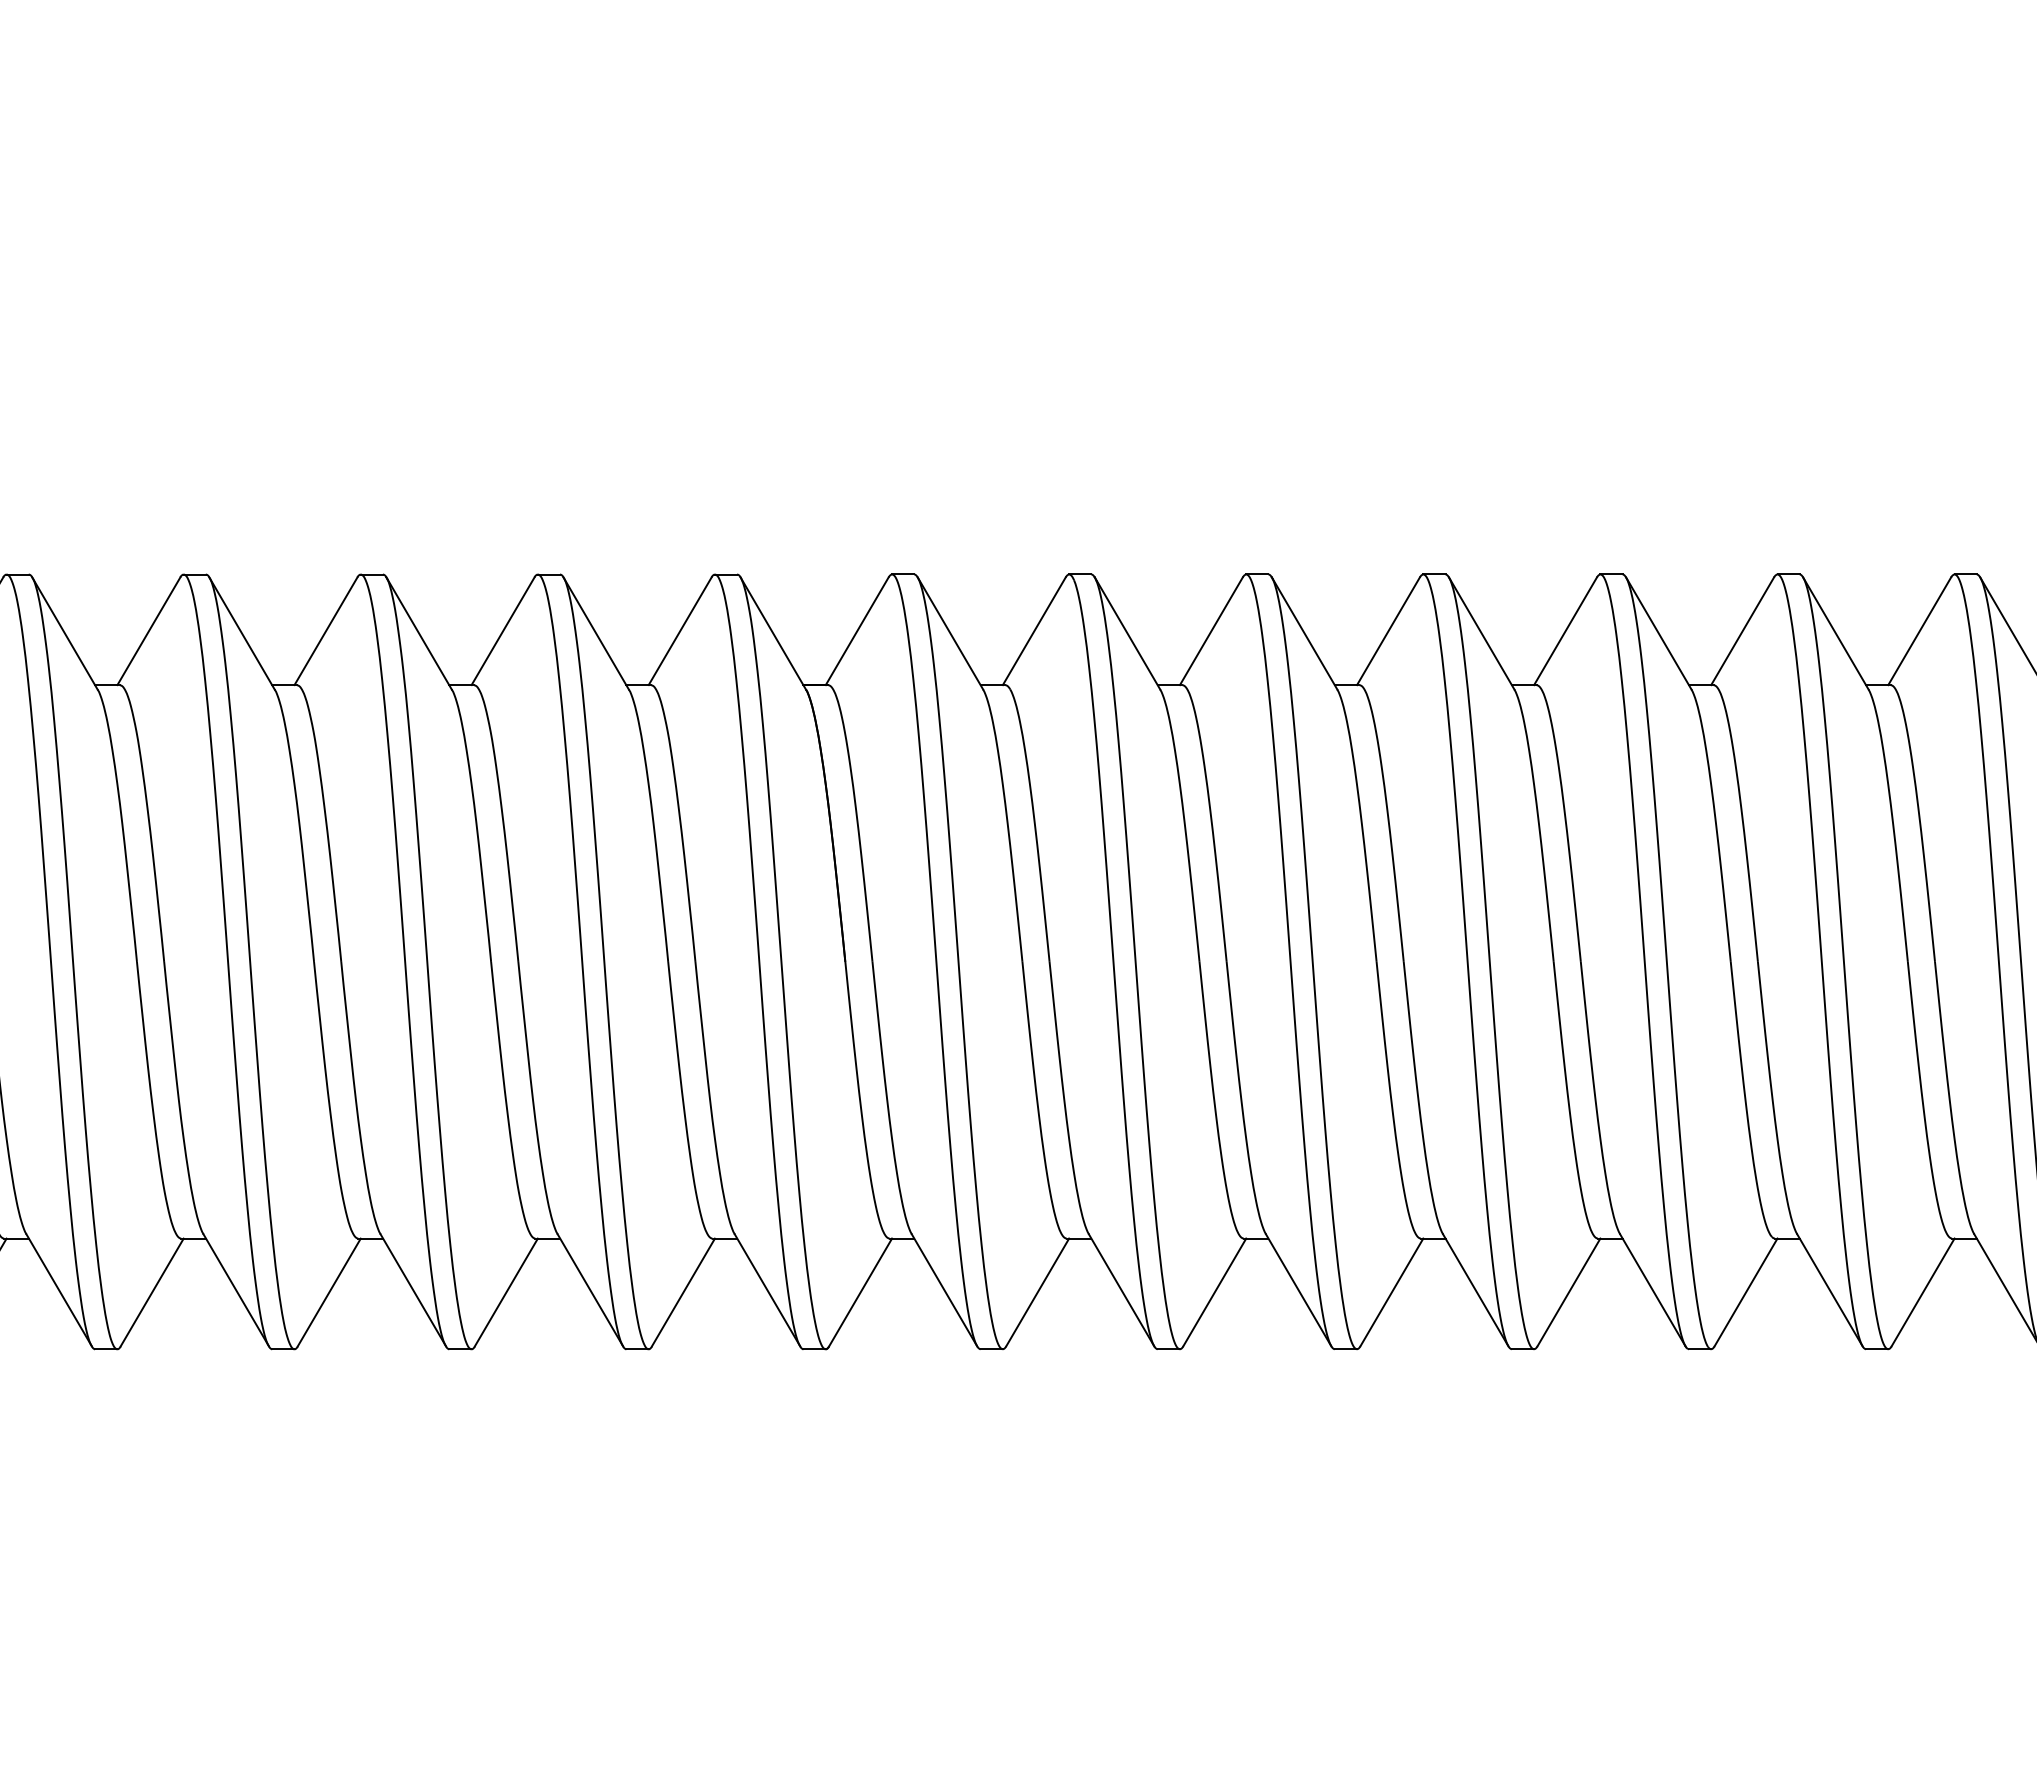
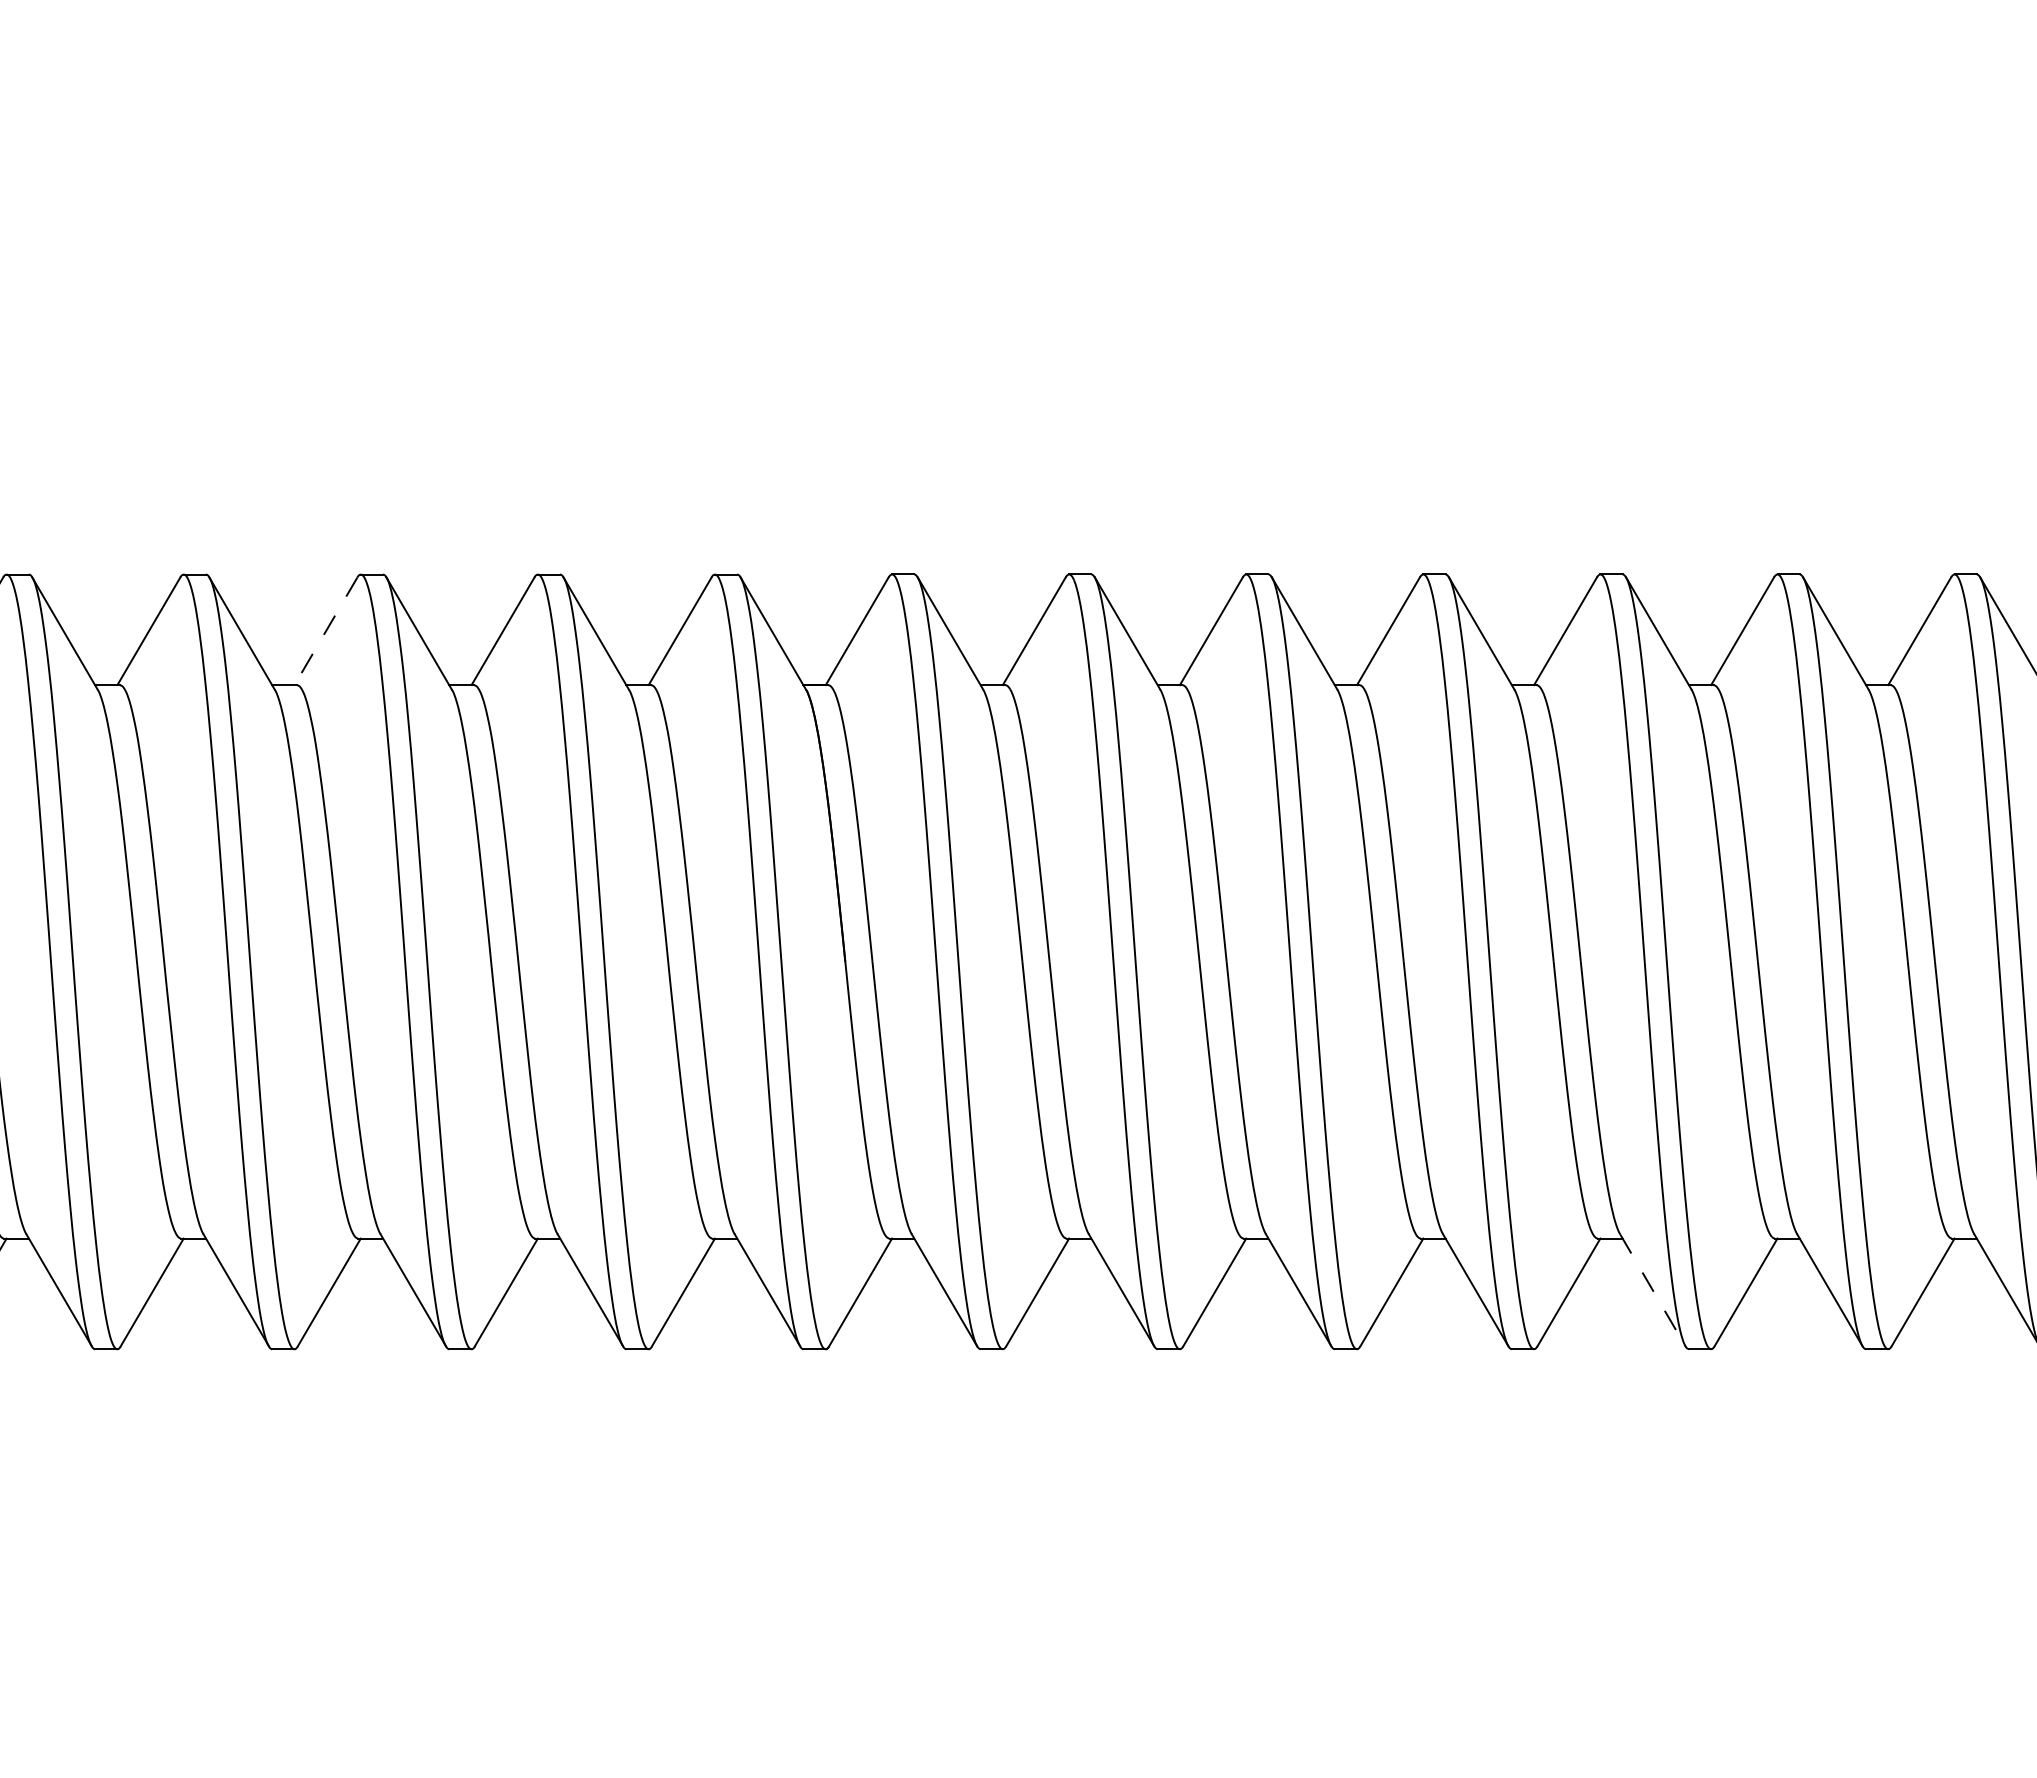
line at (325, 631): solid -> dashed
line at (1652, 1290): solid -> dashed
